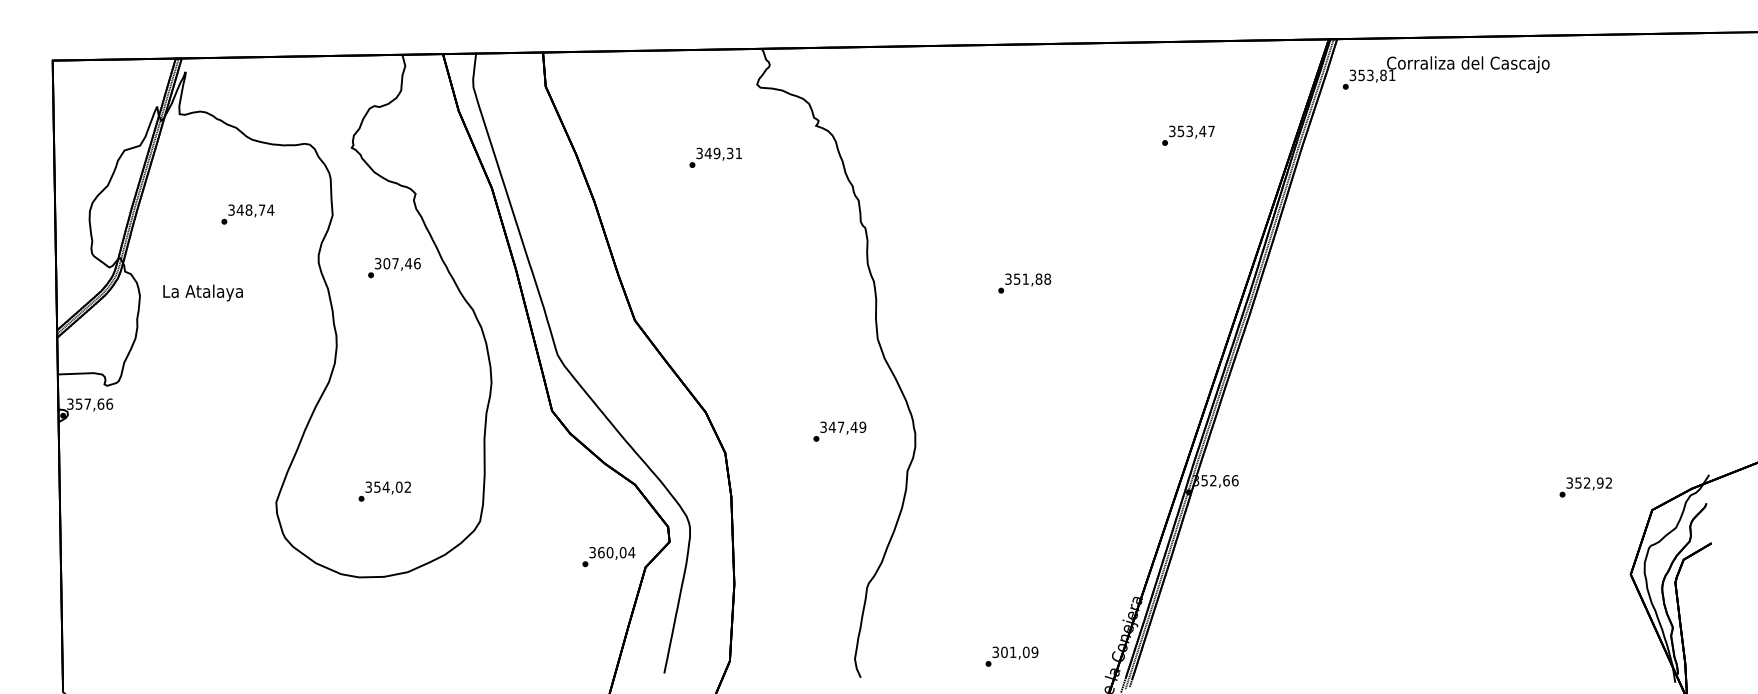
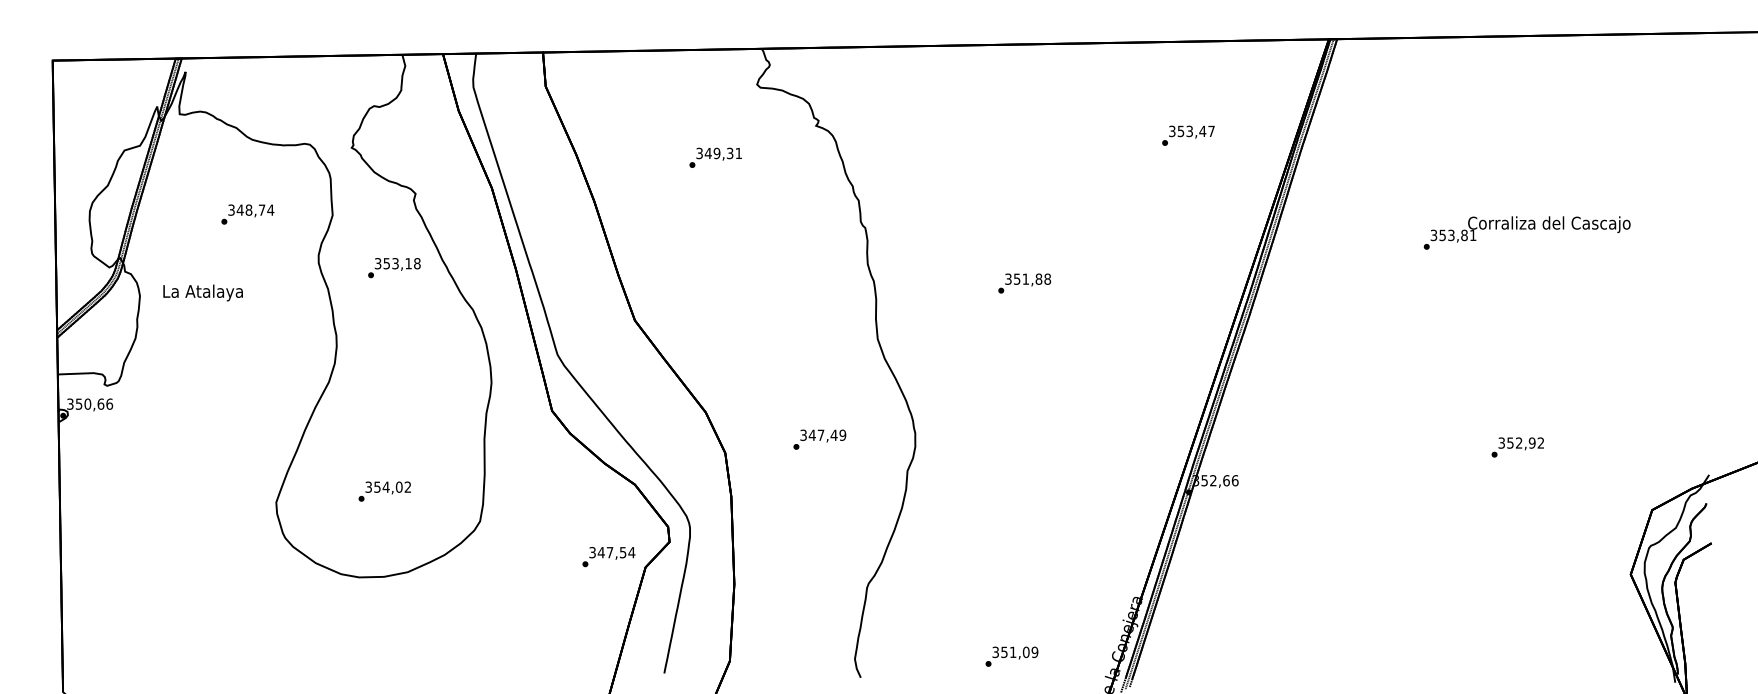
text at (1445, 72) position: (1445, 72) -> (1526, 232)
text at (401, 263): 307,46 -> 353,18
text at (87, 403): 357,66 -> 350,66
text at (839, 431) position: (839, 431) -> (819, 439)
text at (1585, 487) position: (1585, 487) -> (1517, 447)
text at (611, 552): 360,04 -> 347,54
text at (1004, 652): 301,09 -> 351,09
